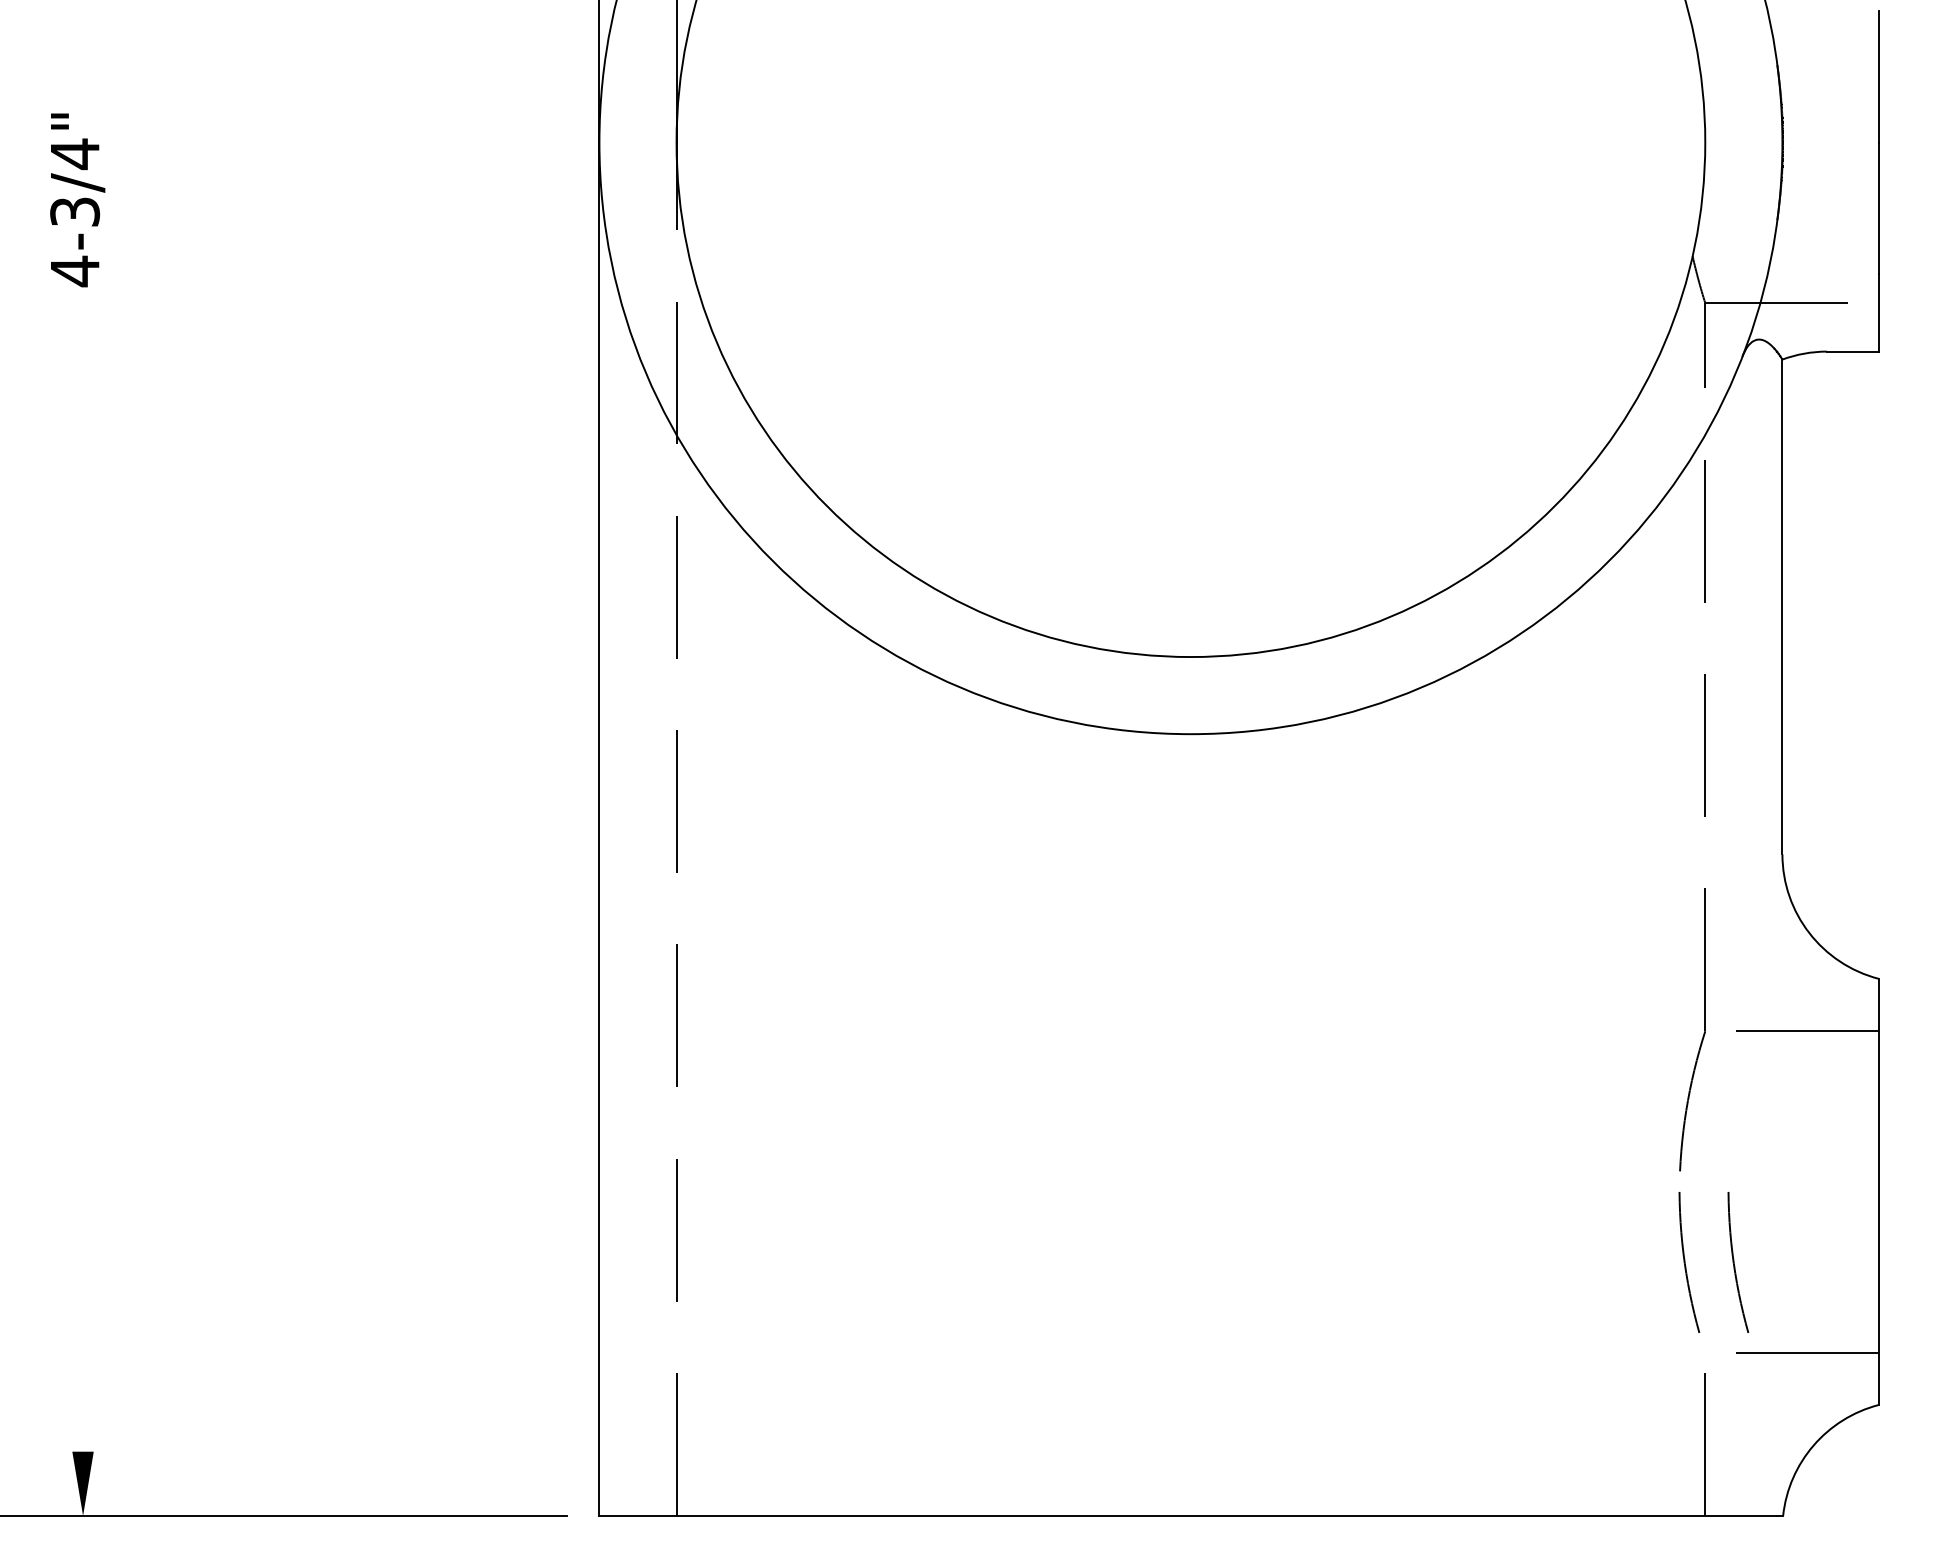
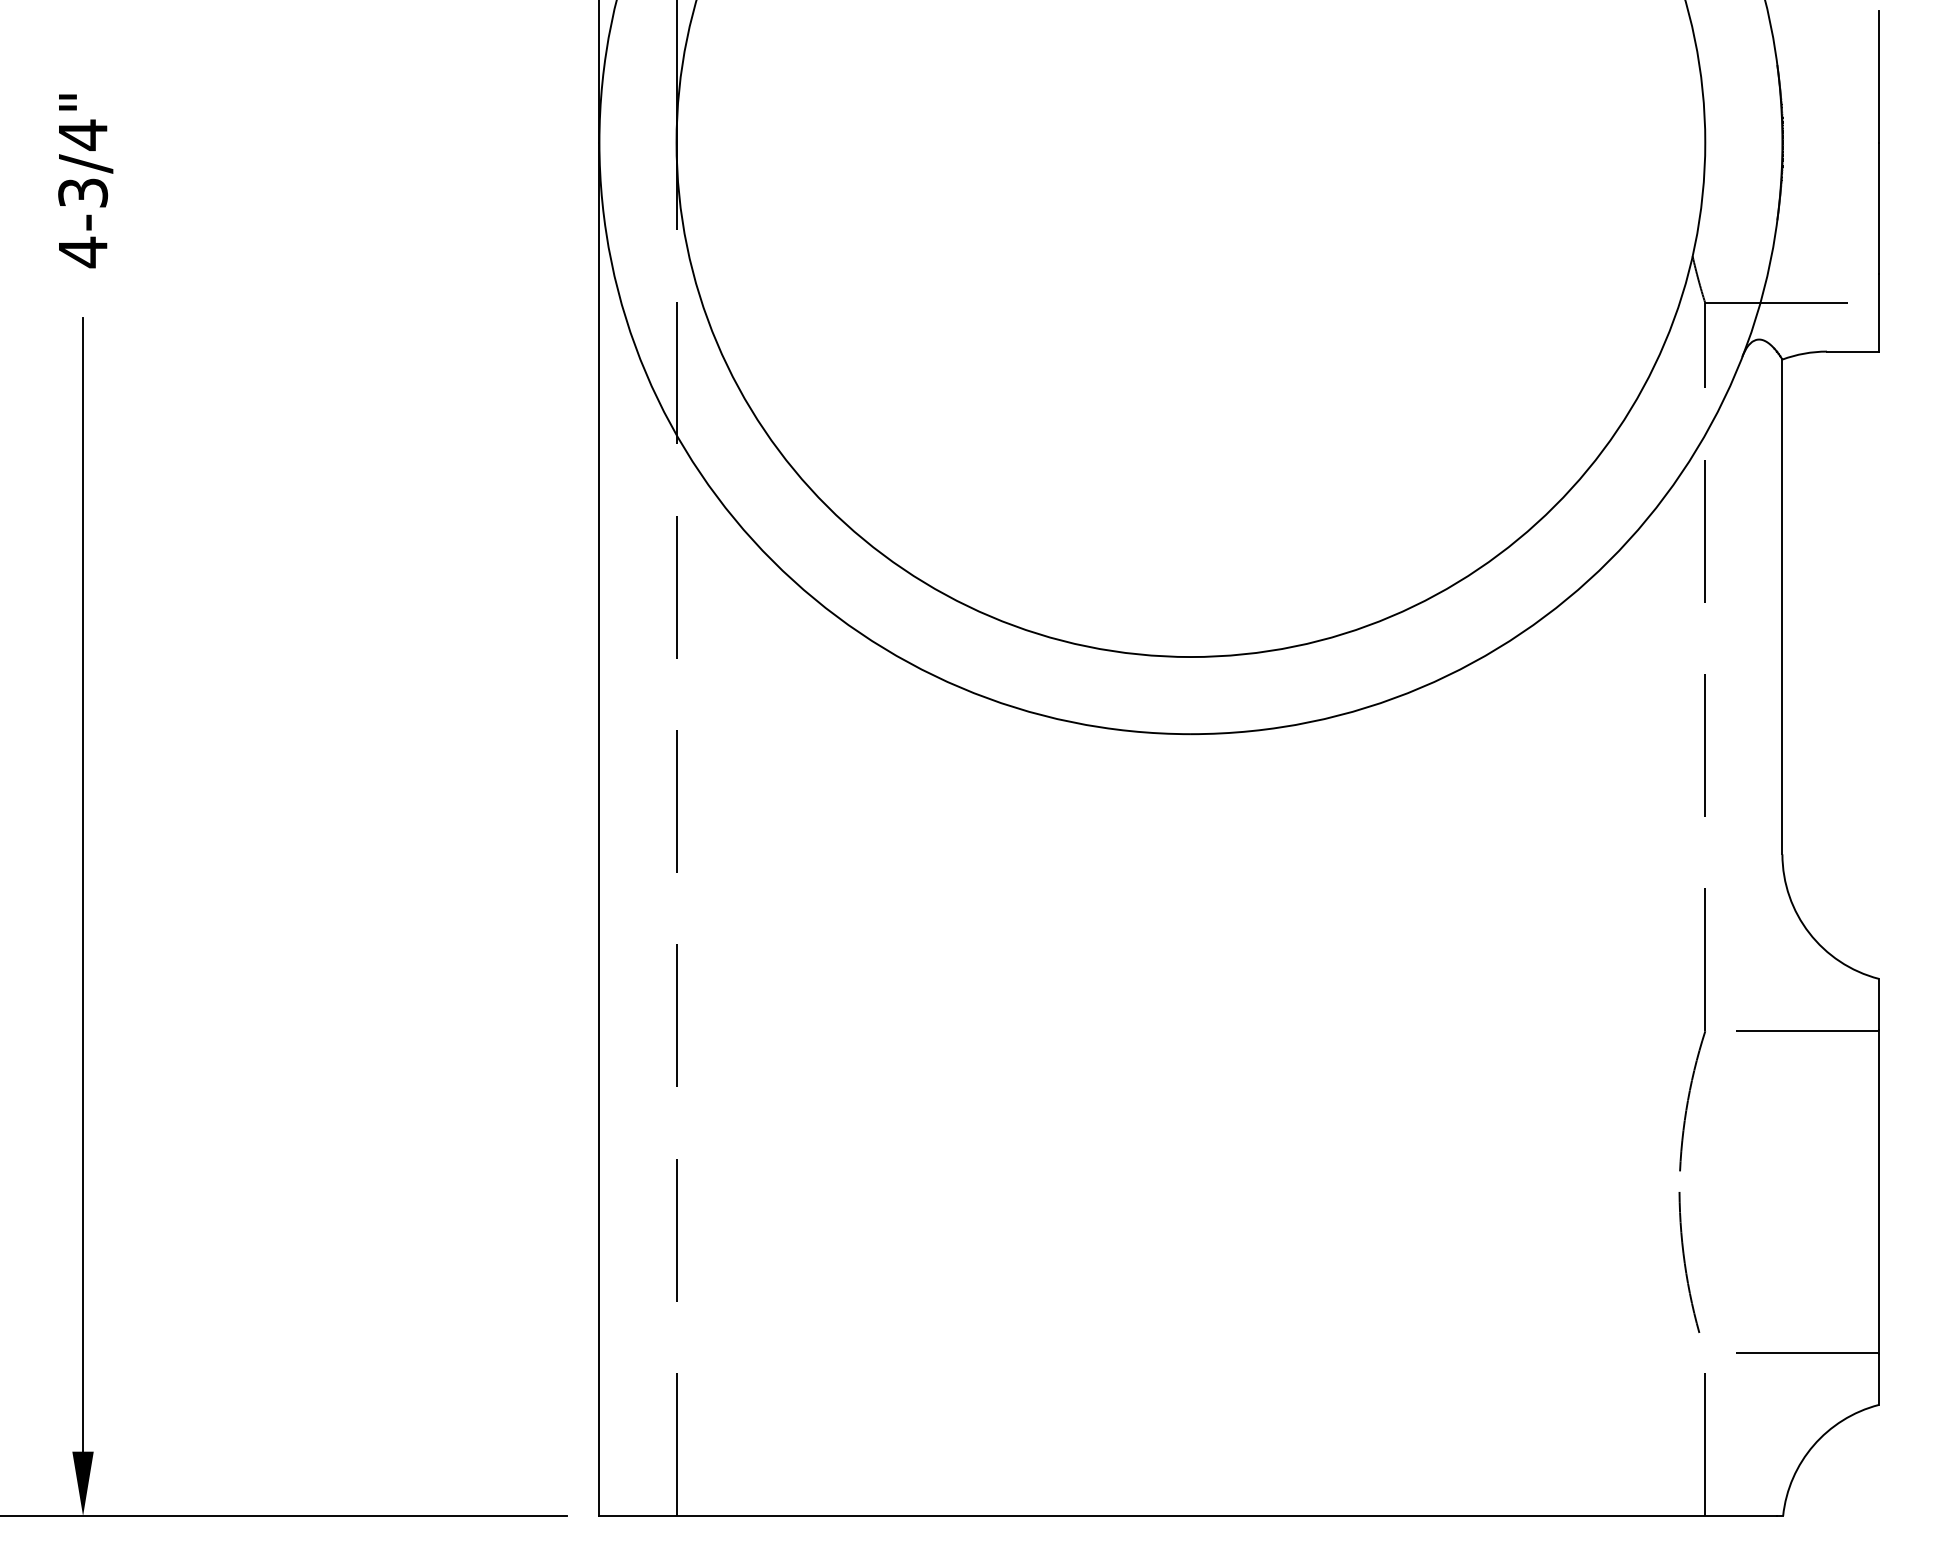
text at (77, 200) position: (77, 200) -> (85, 181)
line at (83, 884): none -> present
arc at (1734, 1262): present -> none
